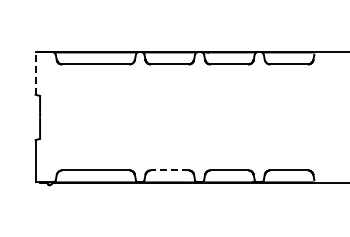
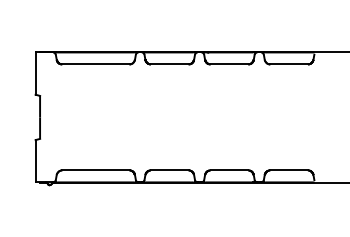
line at (35, 73): dashed -> solid
line at (169, 170): dashed -> solid
